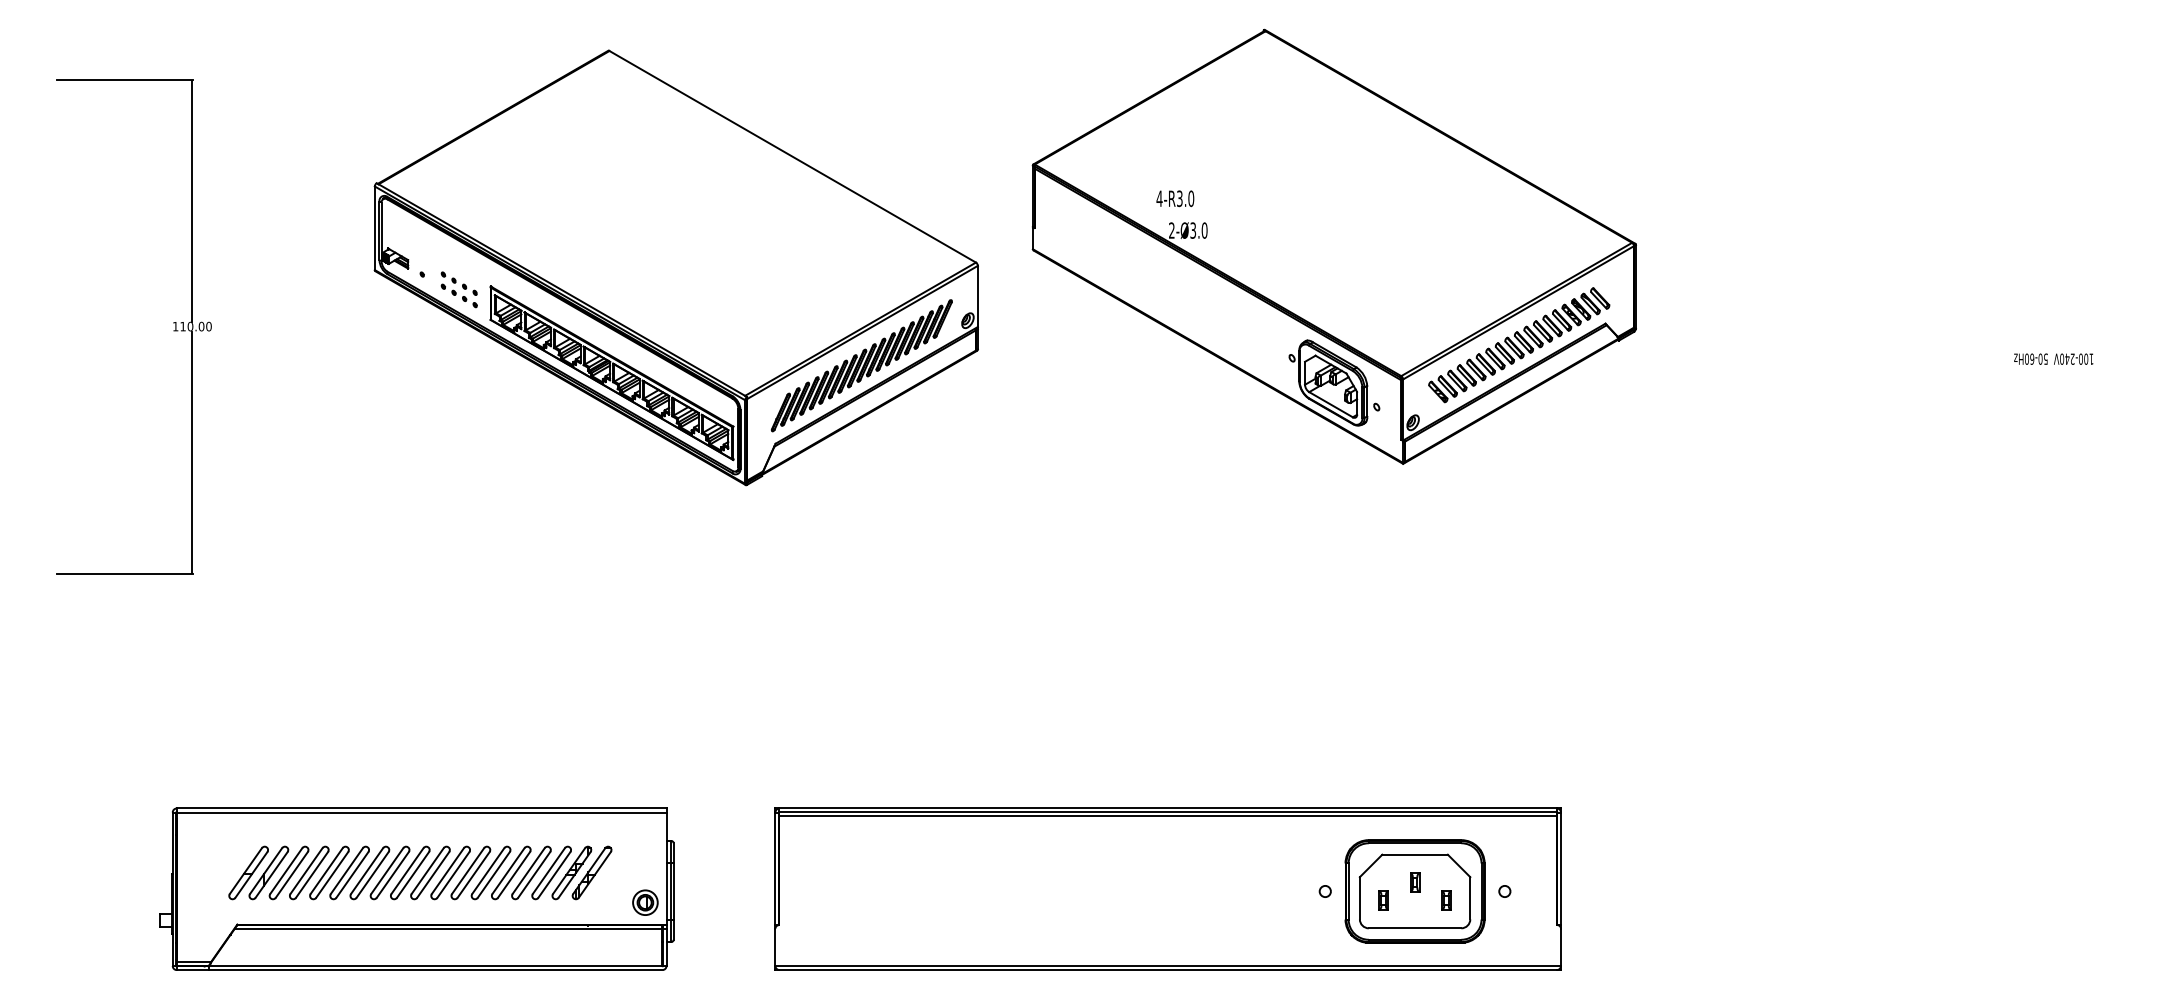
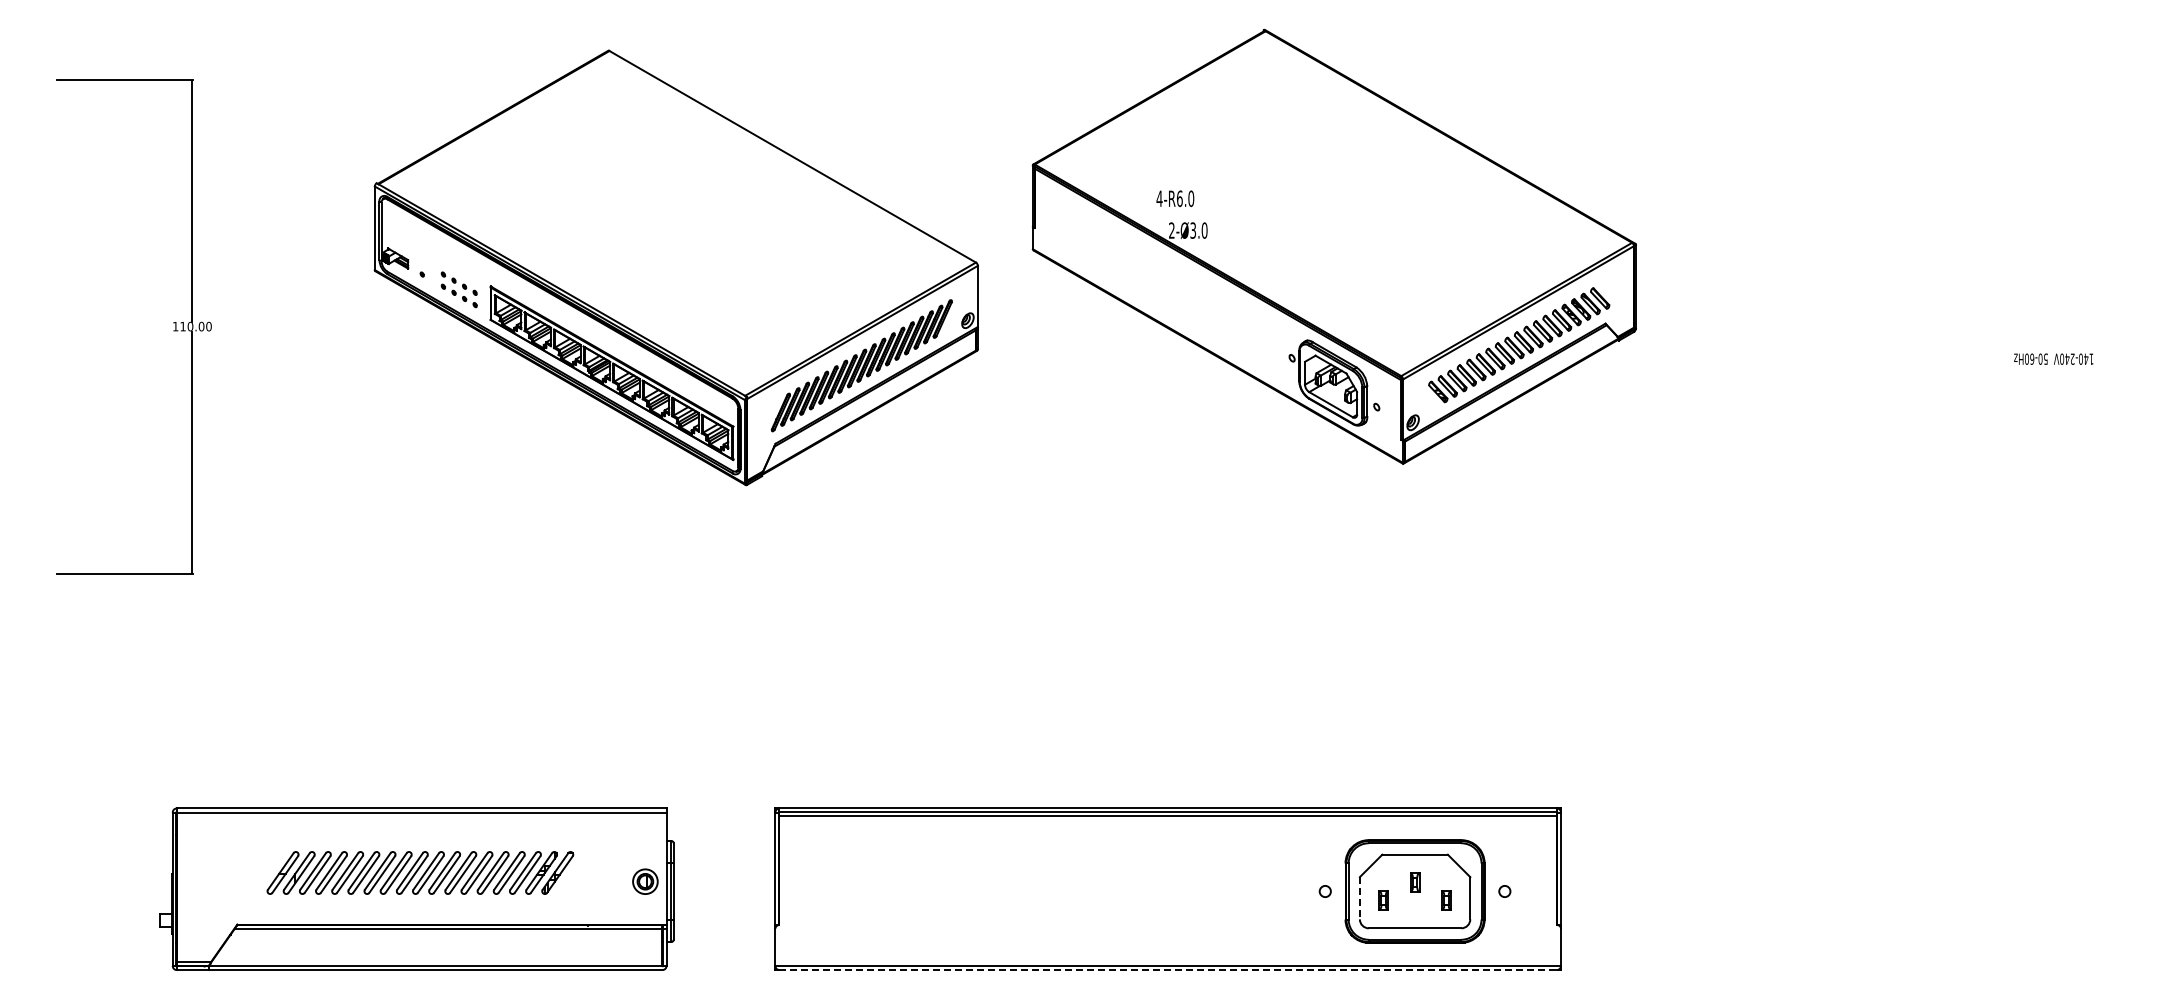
text at (1179, 198): 4-R3.0 -> 4-R6.0
text at (2086, 358): 100-240V -> 140-240V
part at (420, 872) size: 385x56 px -> 309x44 px
line at (1359, 898): solid -> dashed
part at (645, 902) position: (645, 902) -> (645, 881)
line at (1168, 970): solid -> dashed
